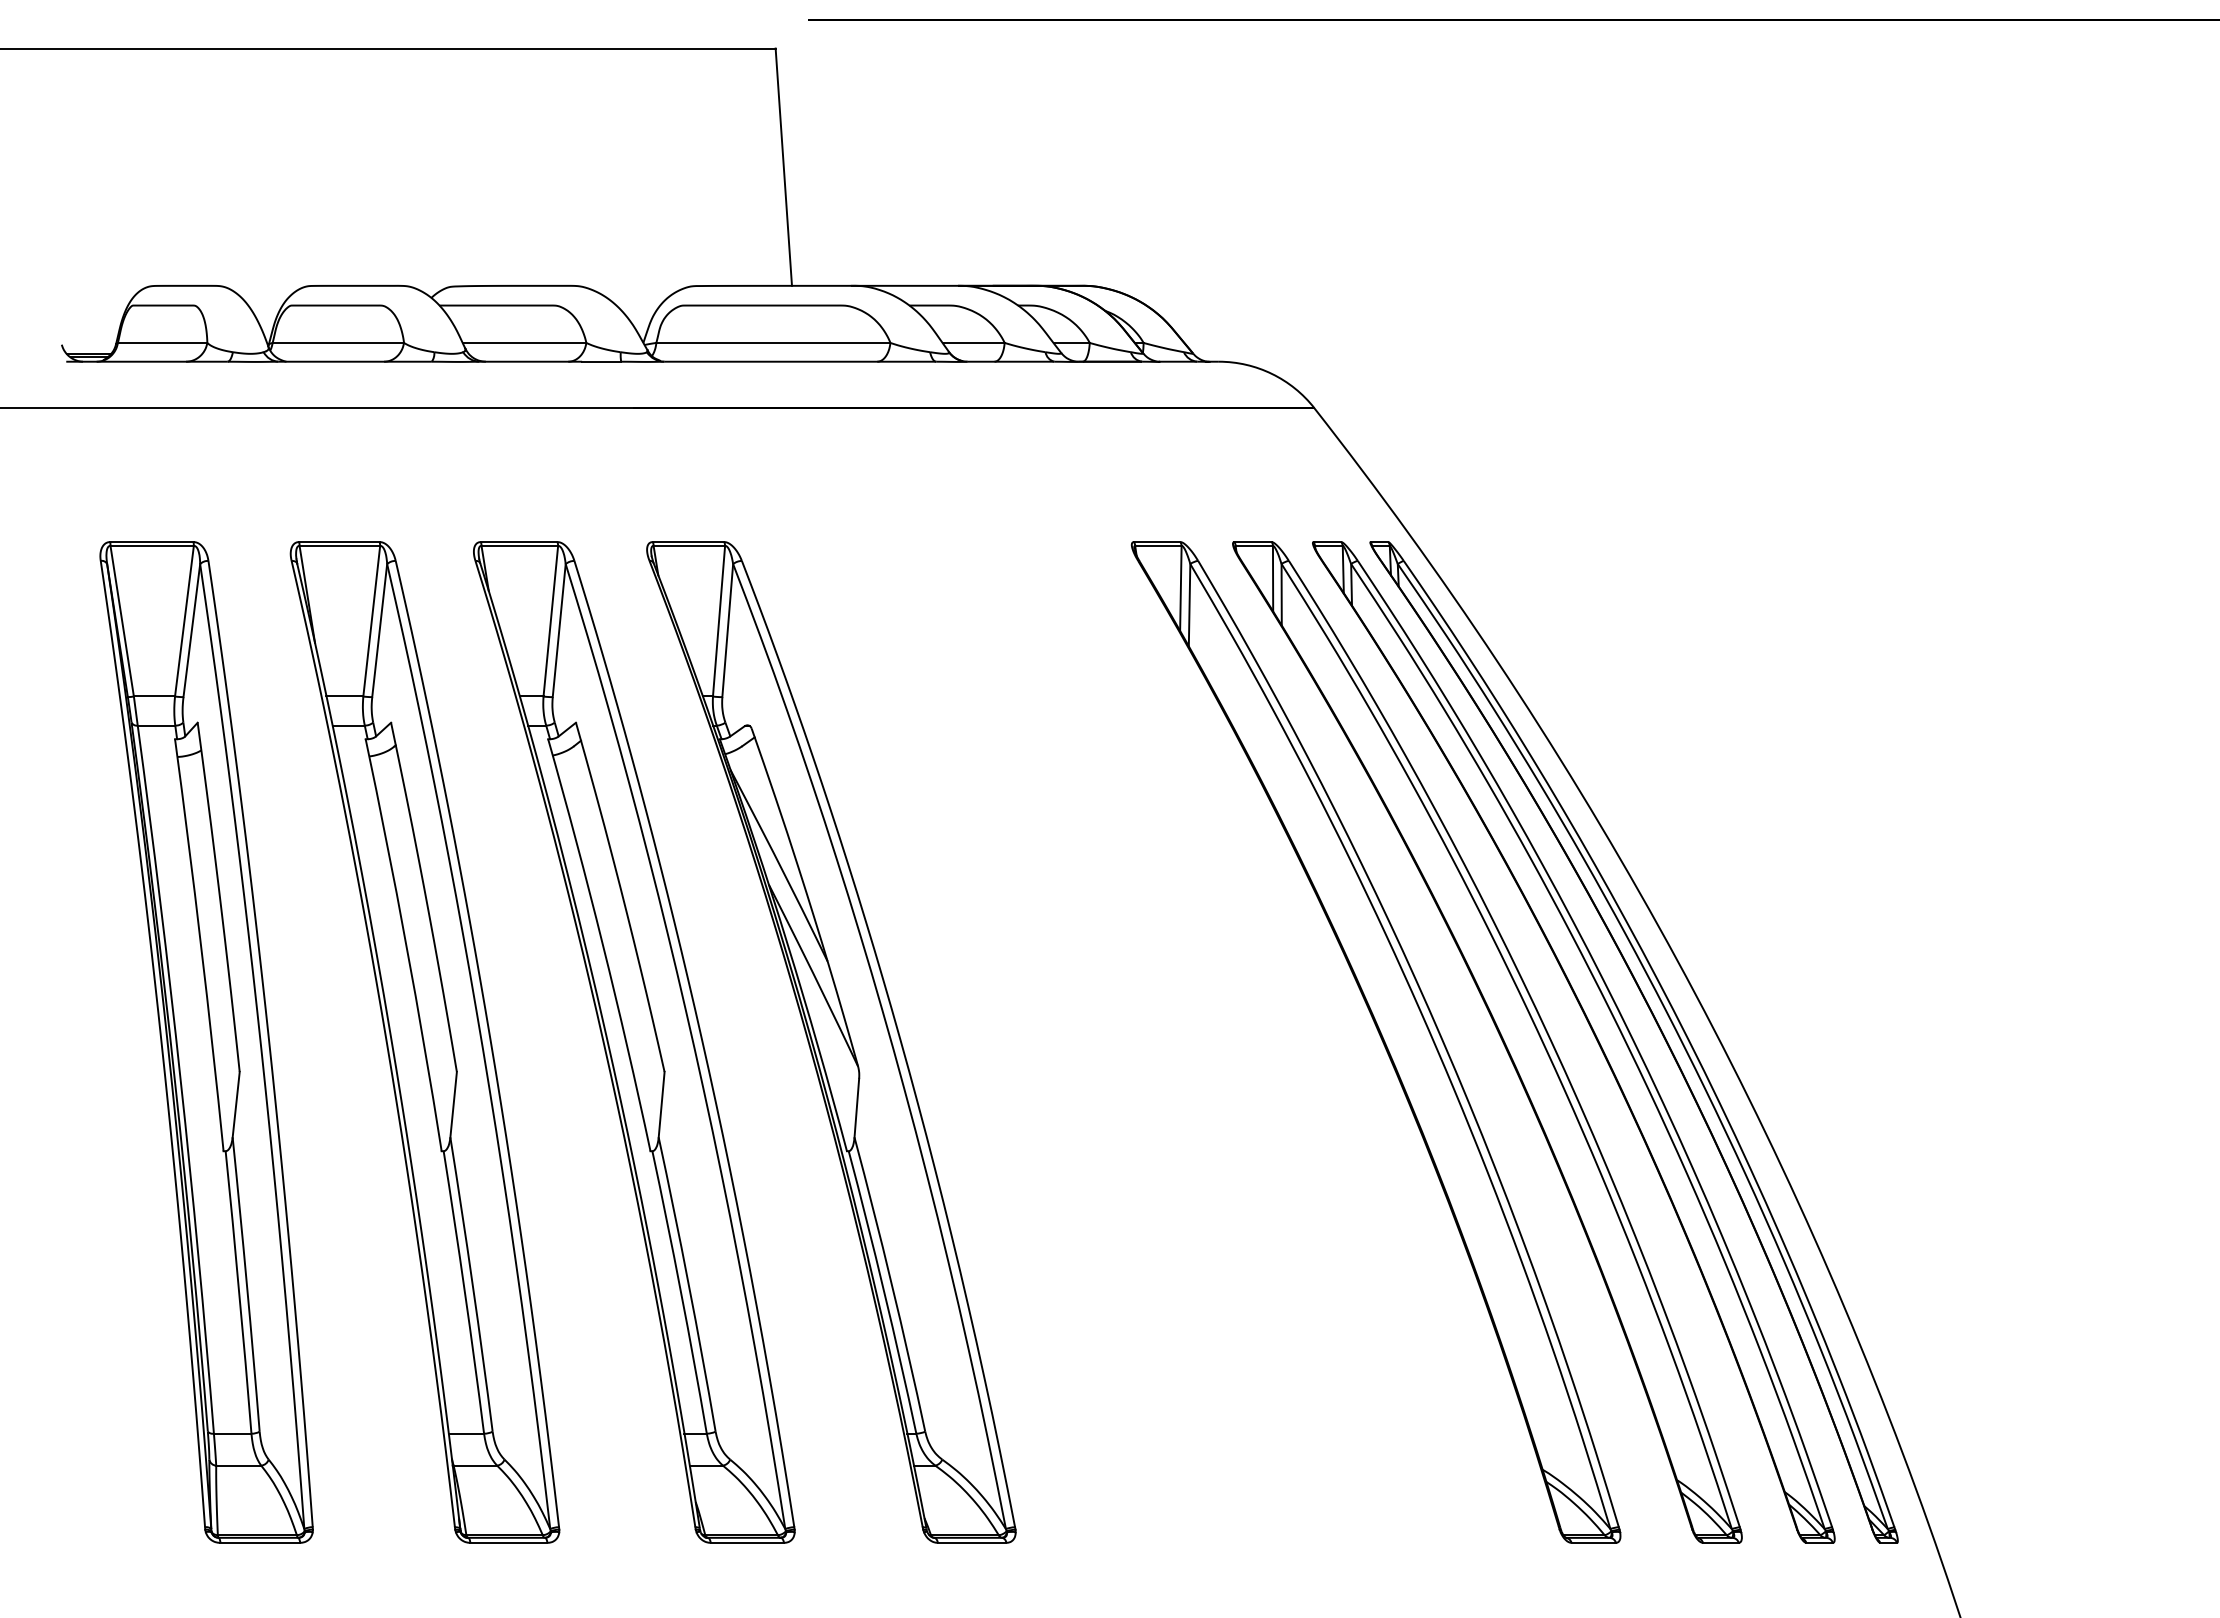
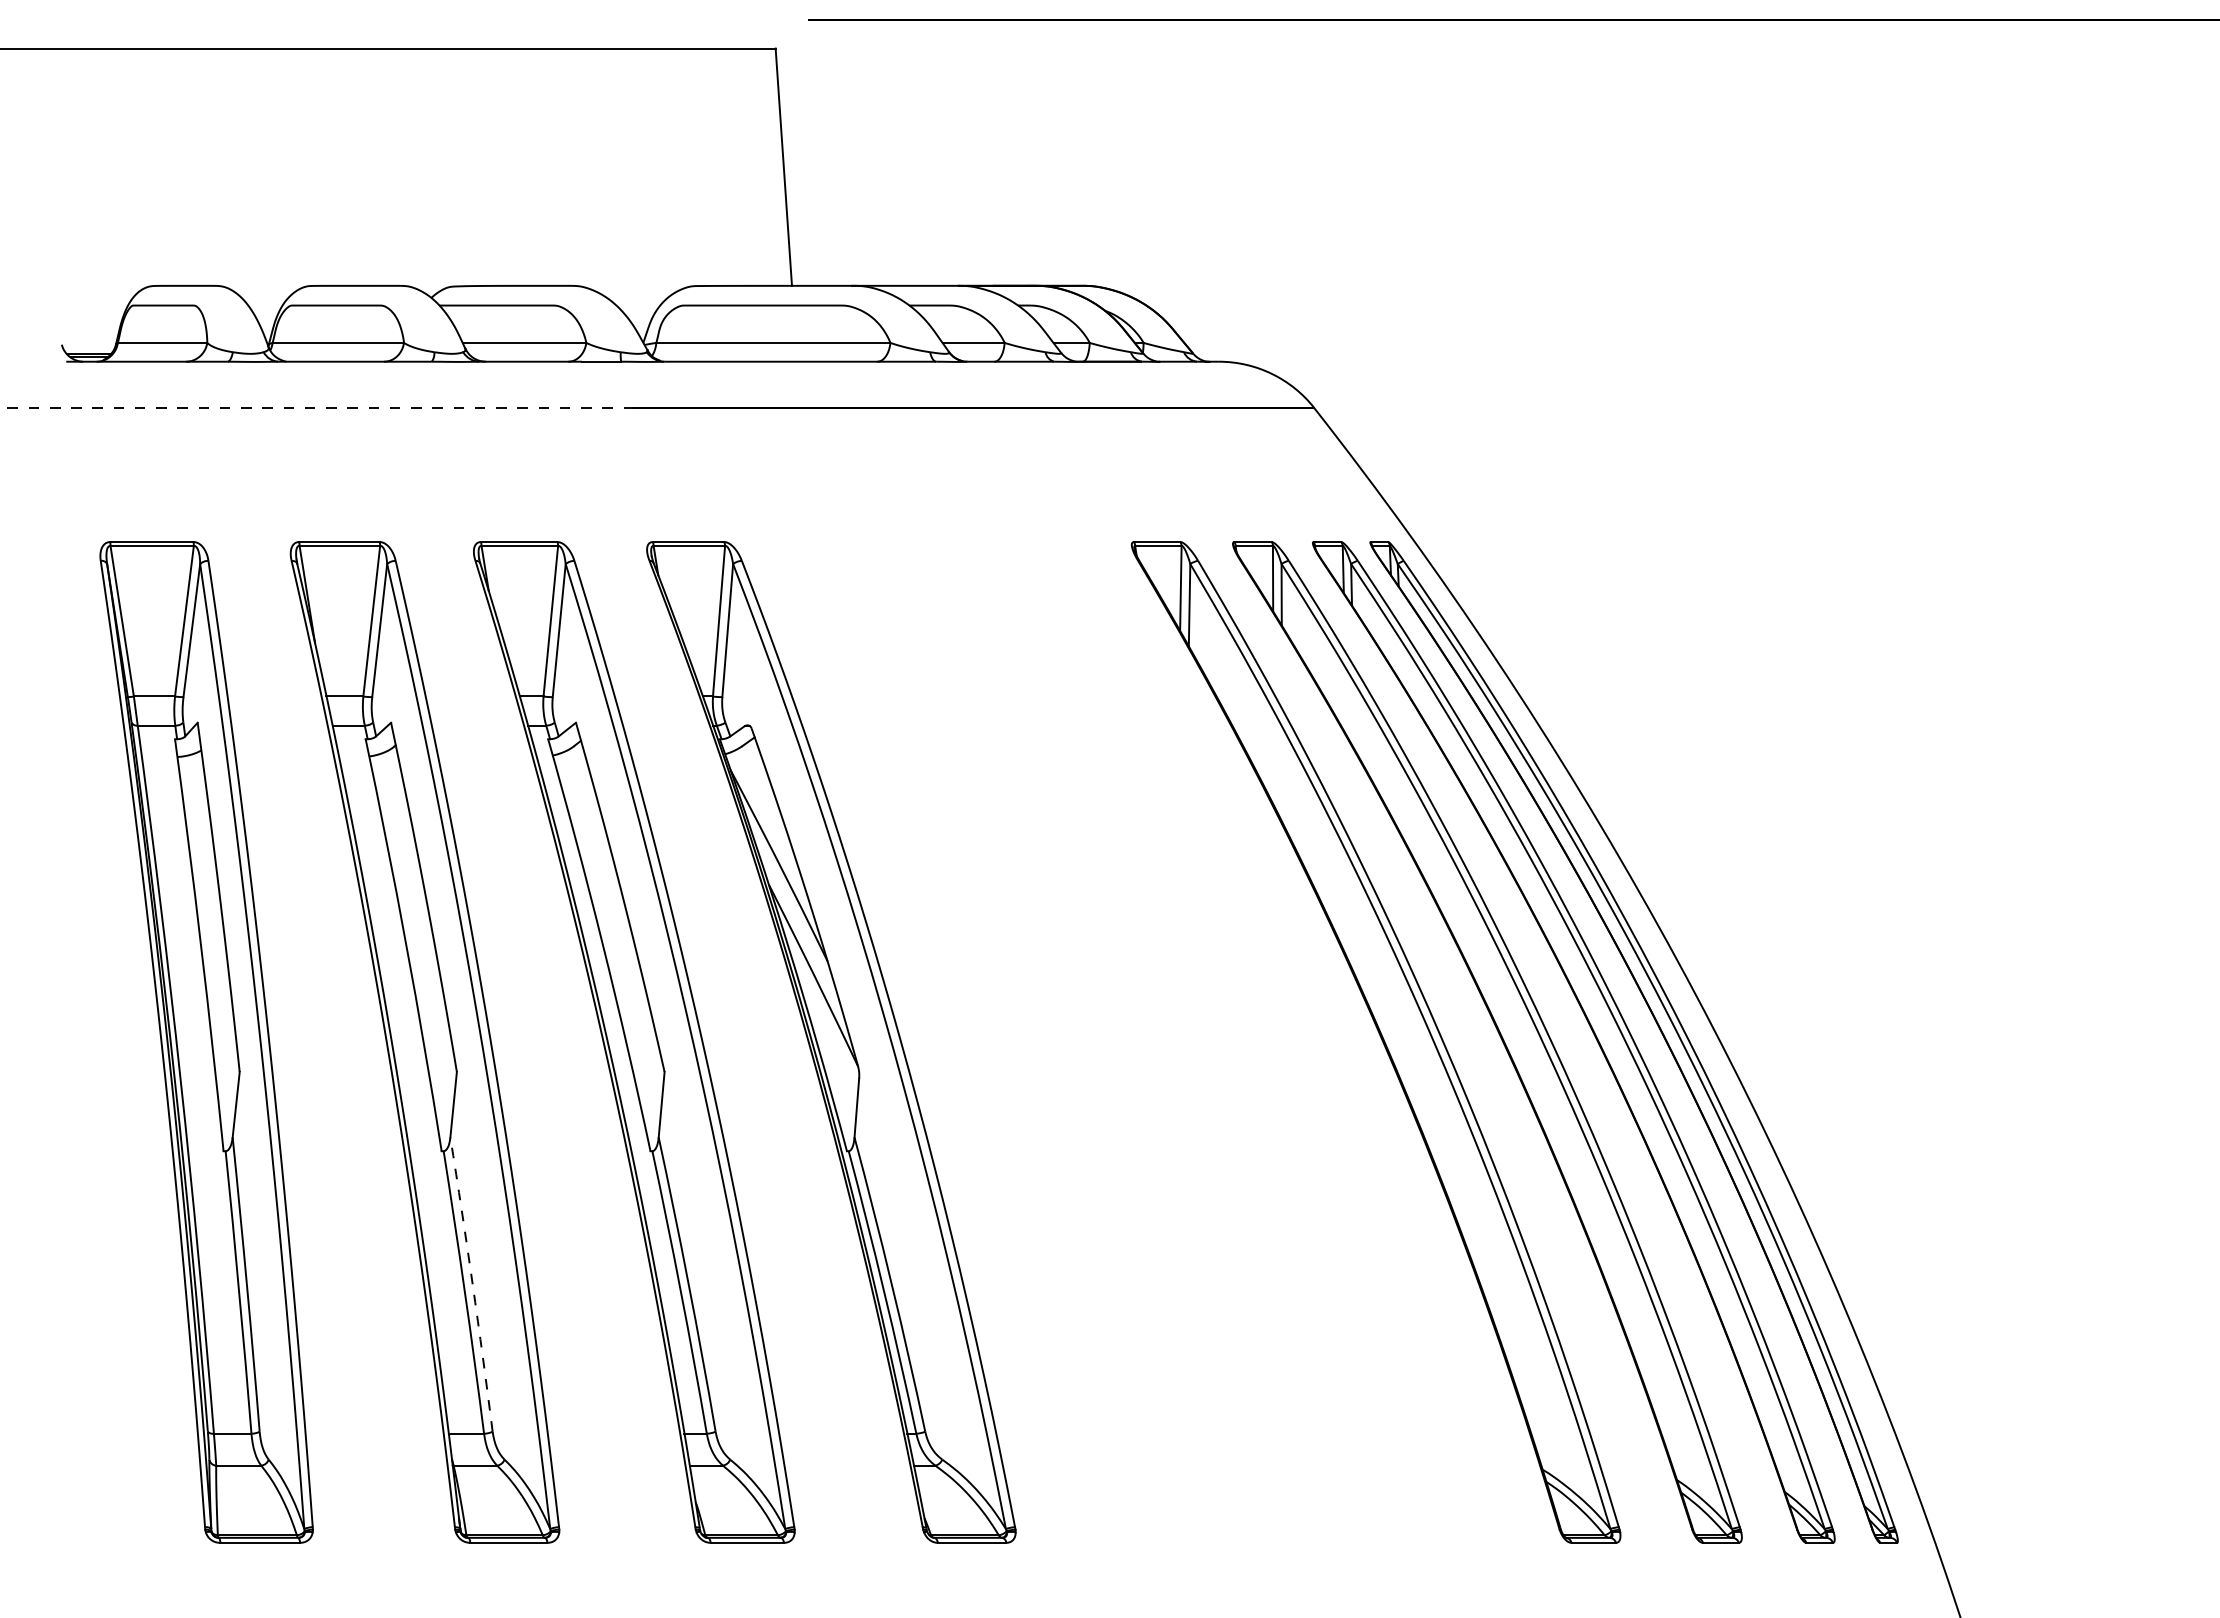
line at (317, 408): solid -> dashed
arc at (472, 1284): solid -> dashed
